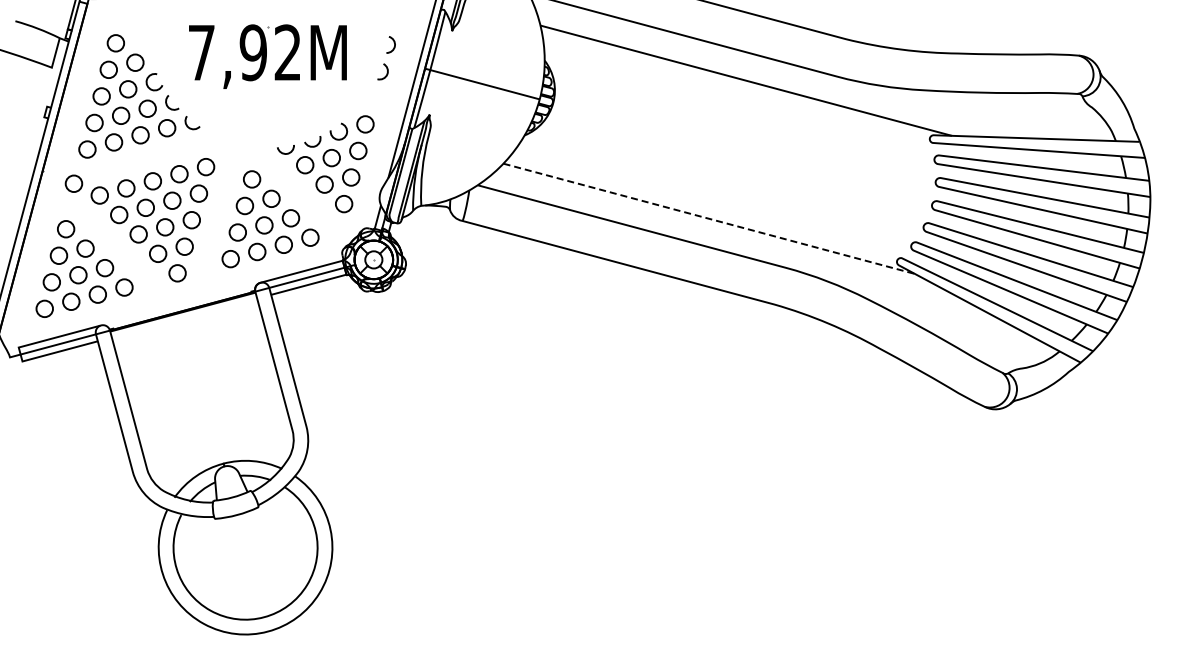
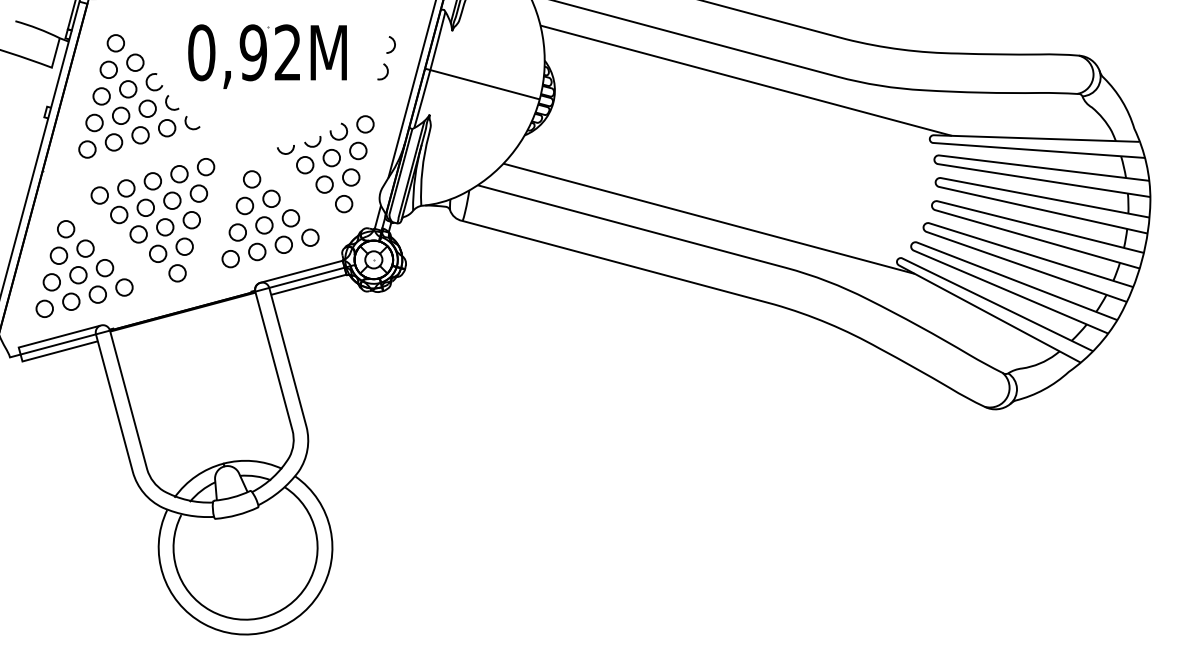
text at (201, 52): 7,92M -> 0,92M
circle at (73, 183): present -> none
line at (709, 218): dashed -> solid
